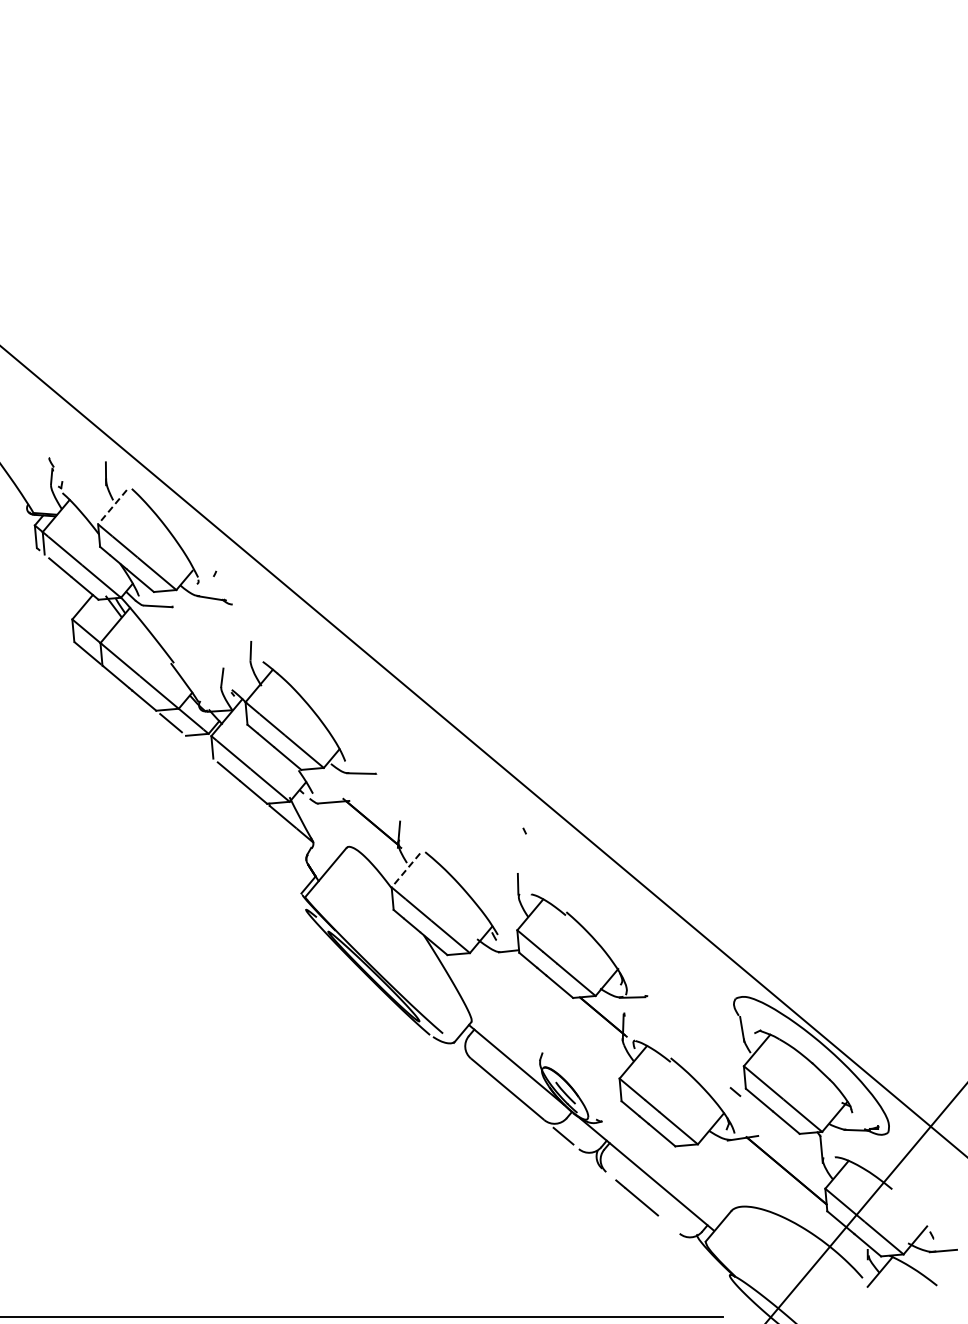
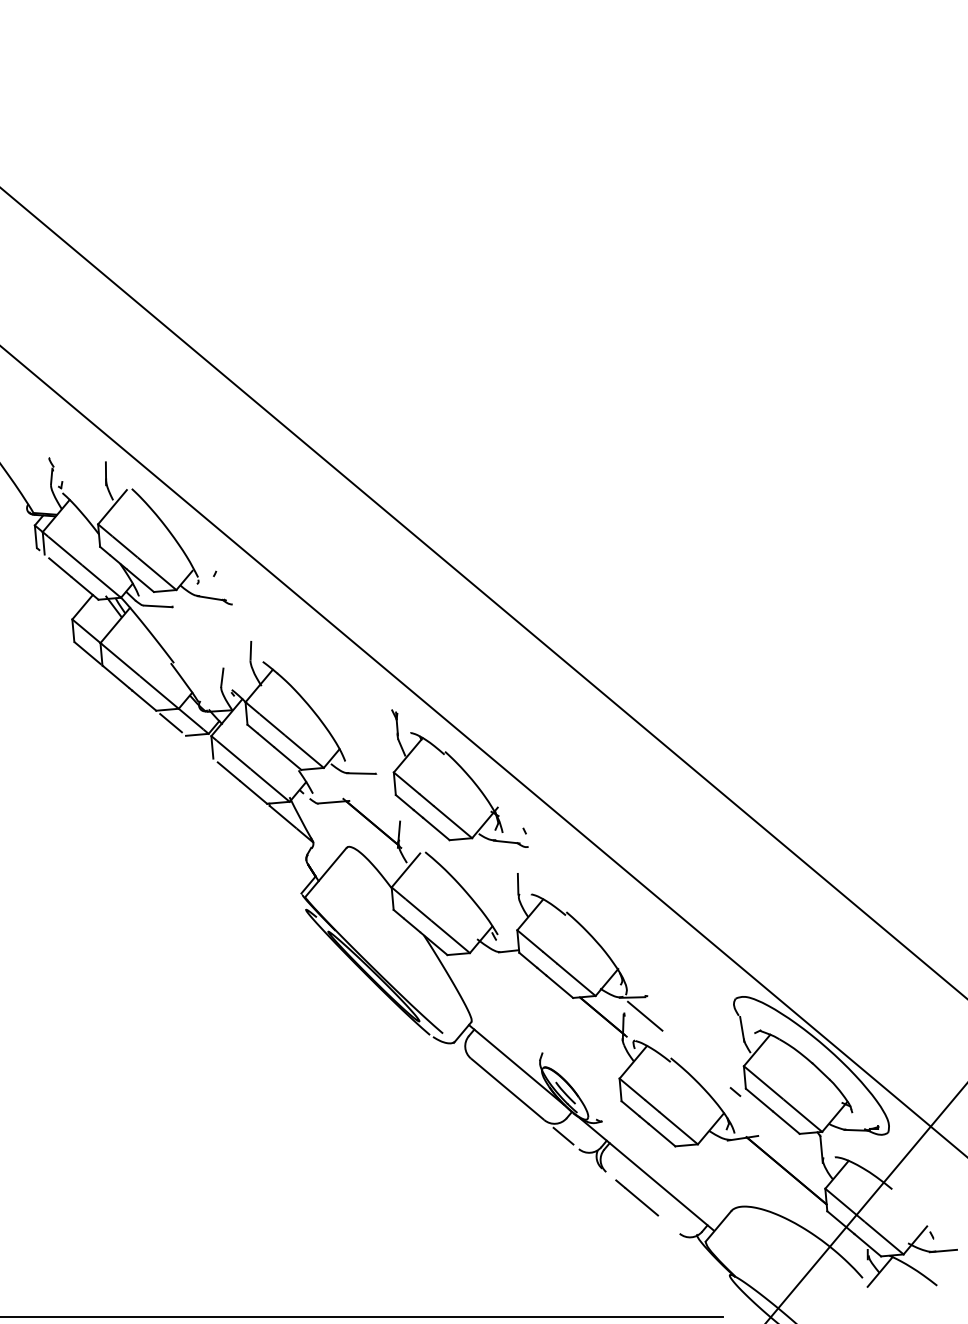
line at (112, 507): dashed -> solid
line at (483, 592): none -> present
part at (459, 778): none -> present
line at (405, 870): dashed -> solid
line at (645, 1015): none -> present
